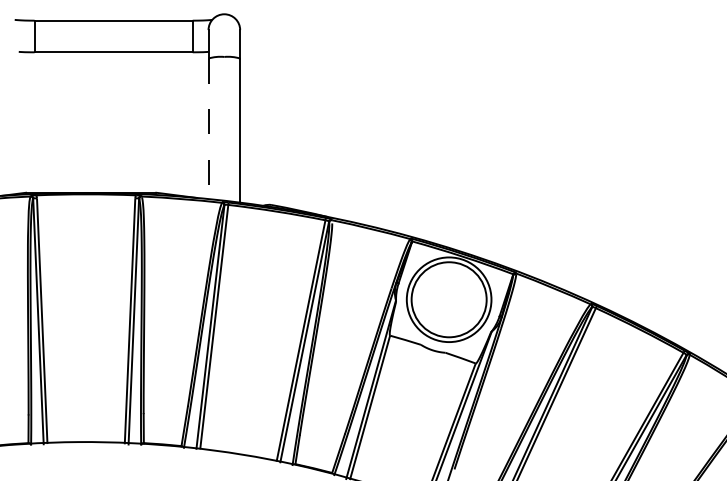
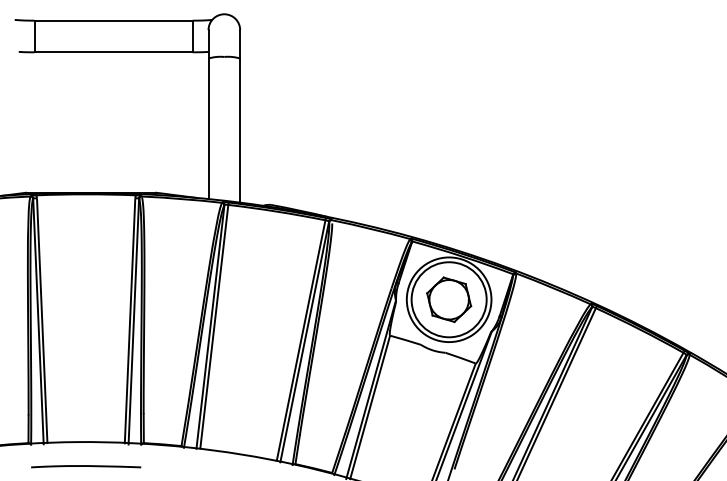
line at (208, 129): dashed -> solid
part at (449, 299): none -> present
line at (86, 466): none -> present
